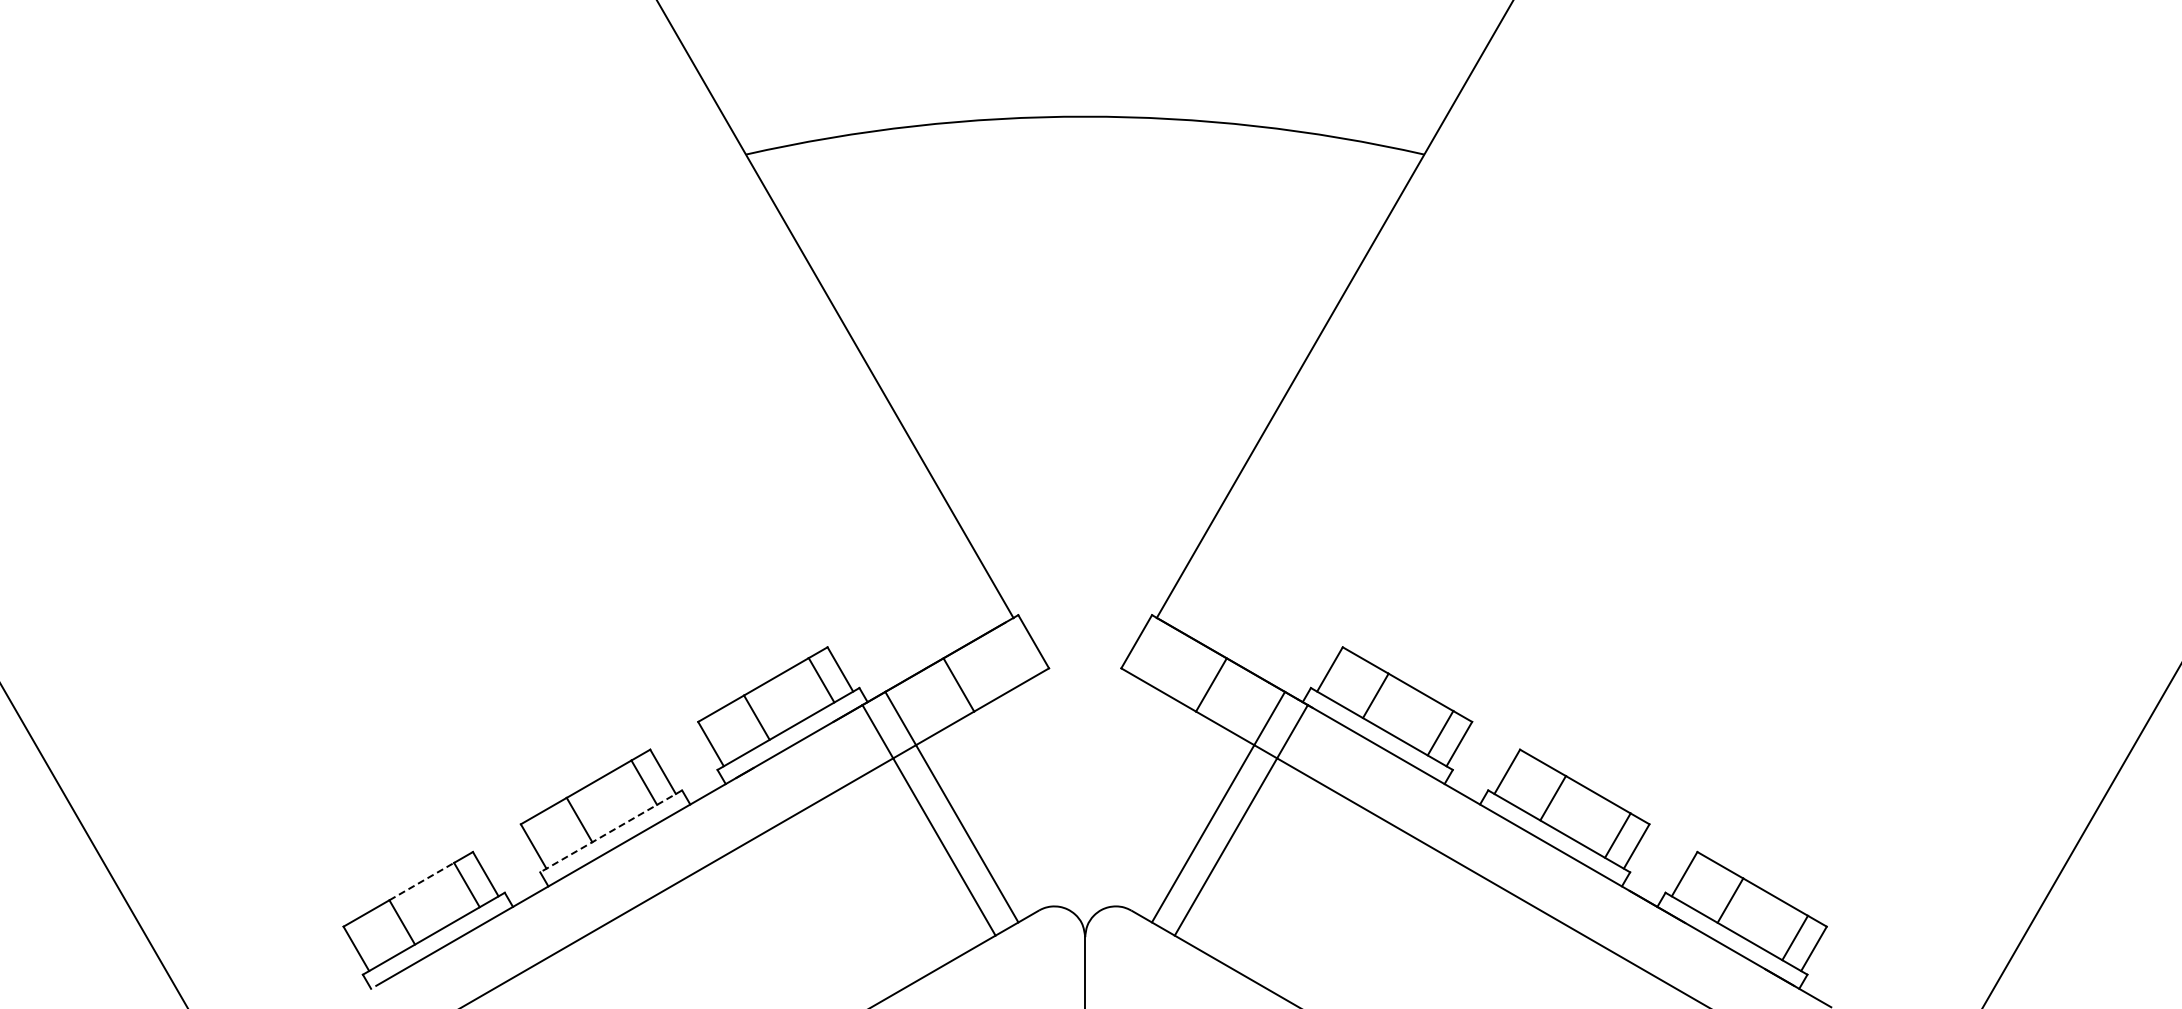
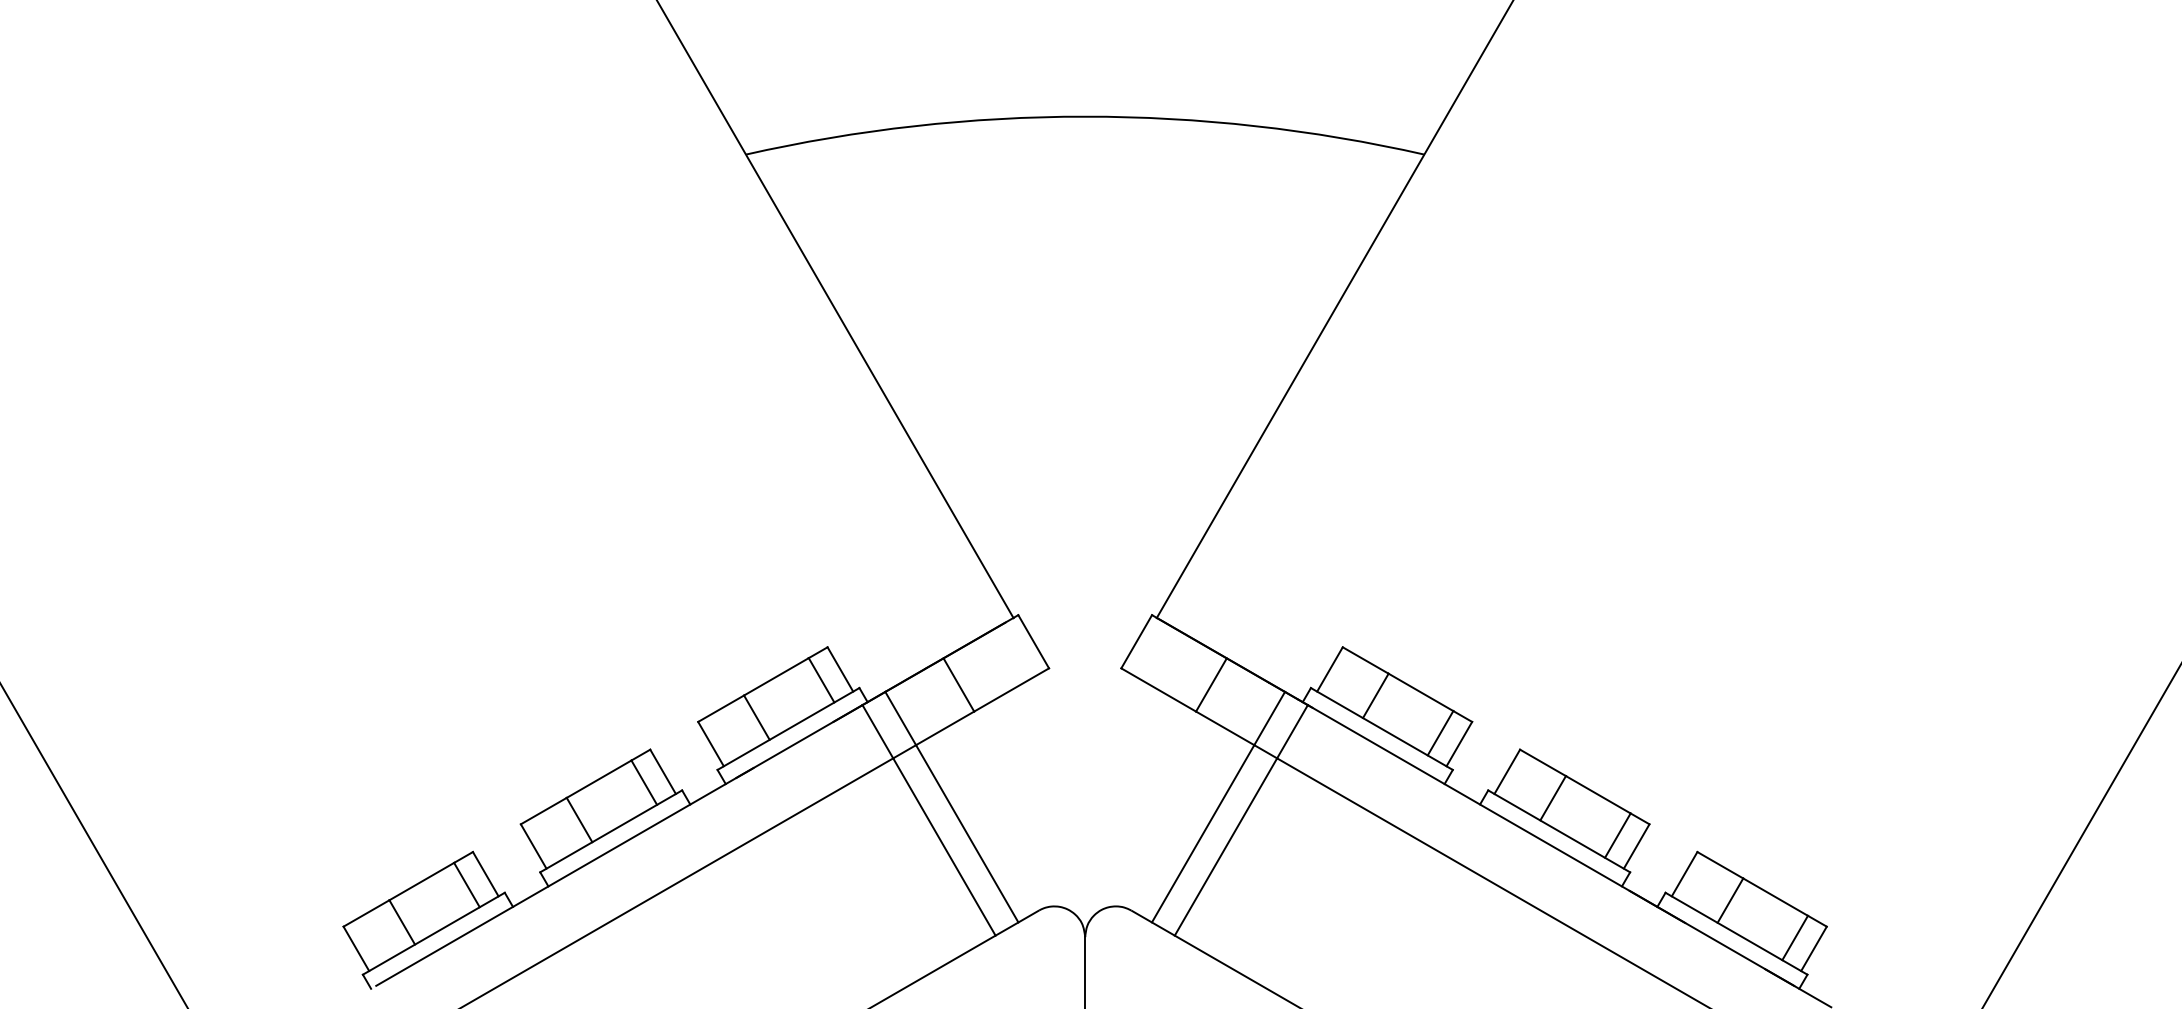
line at (611, 831): dashed -> solid
line at (422, 881): dashed -> solid
